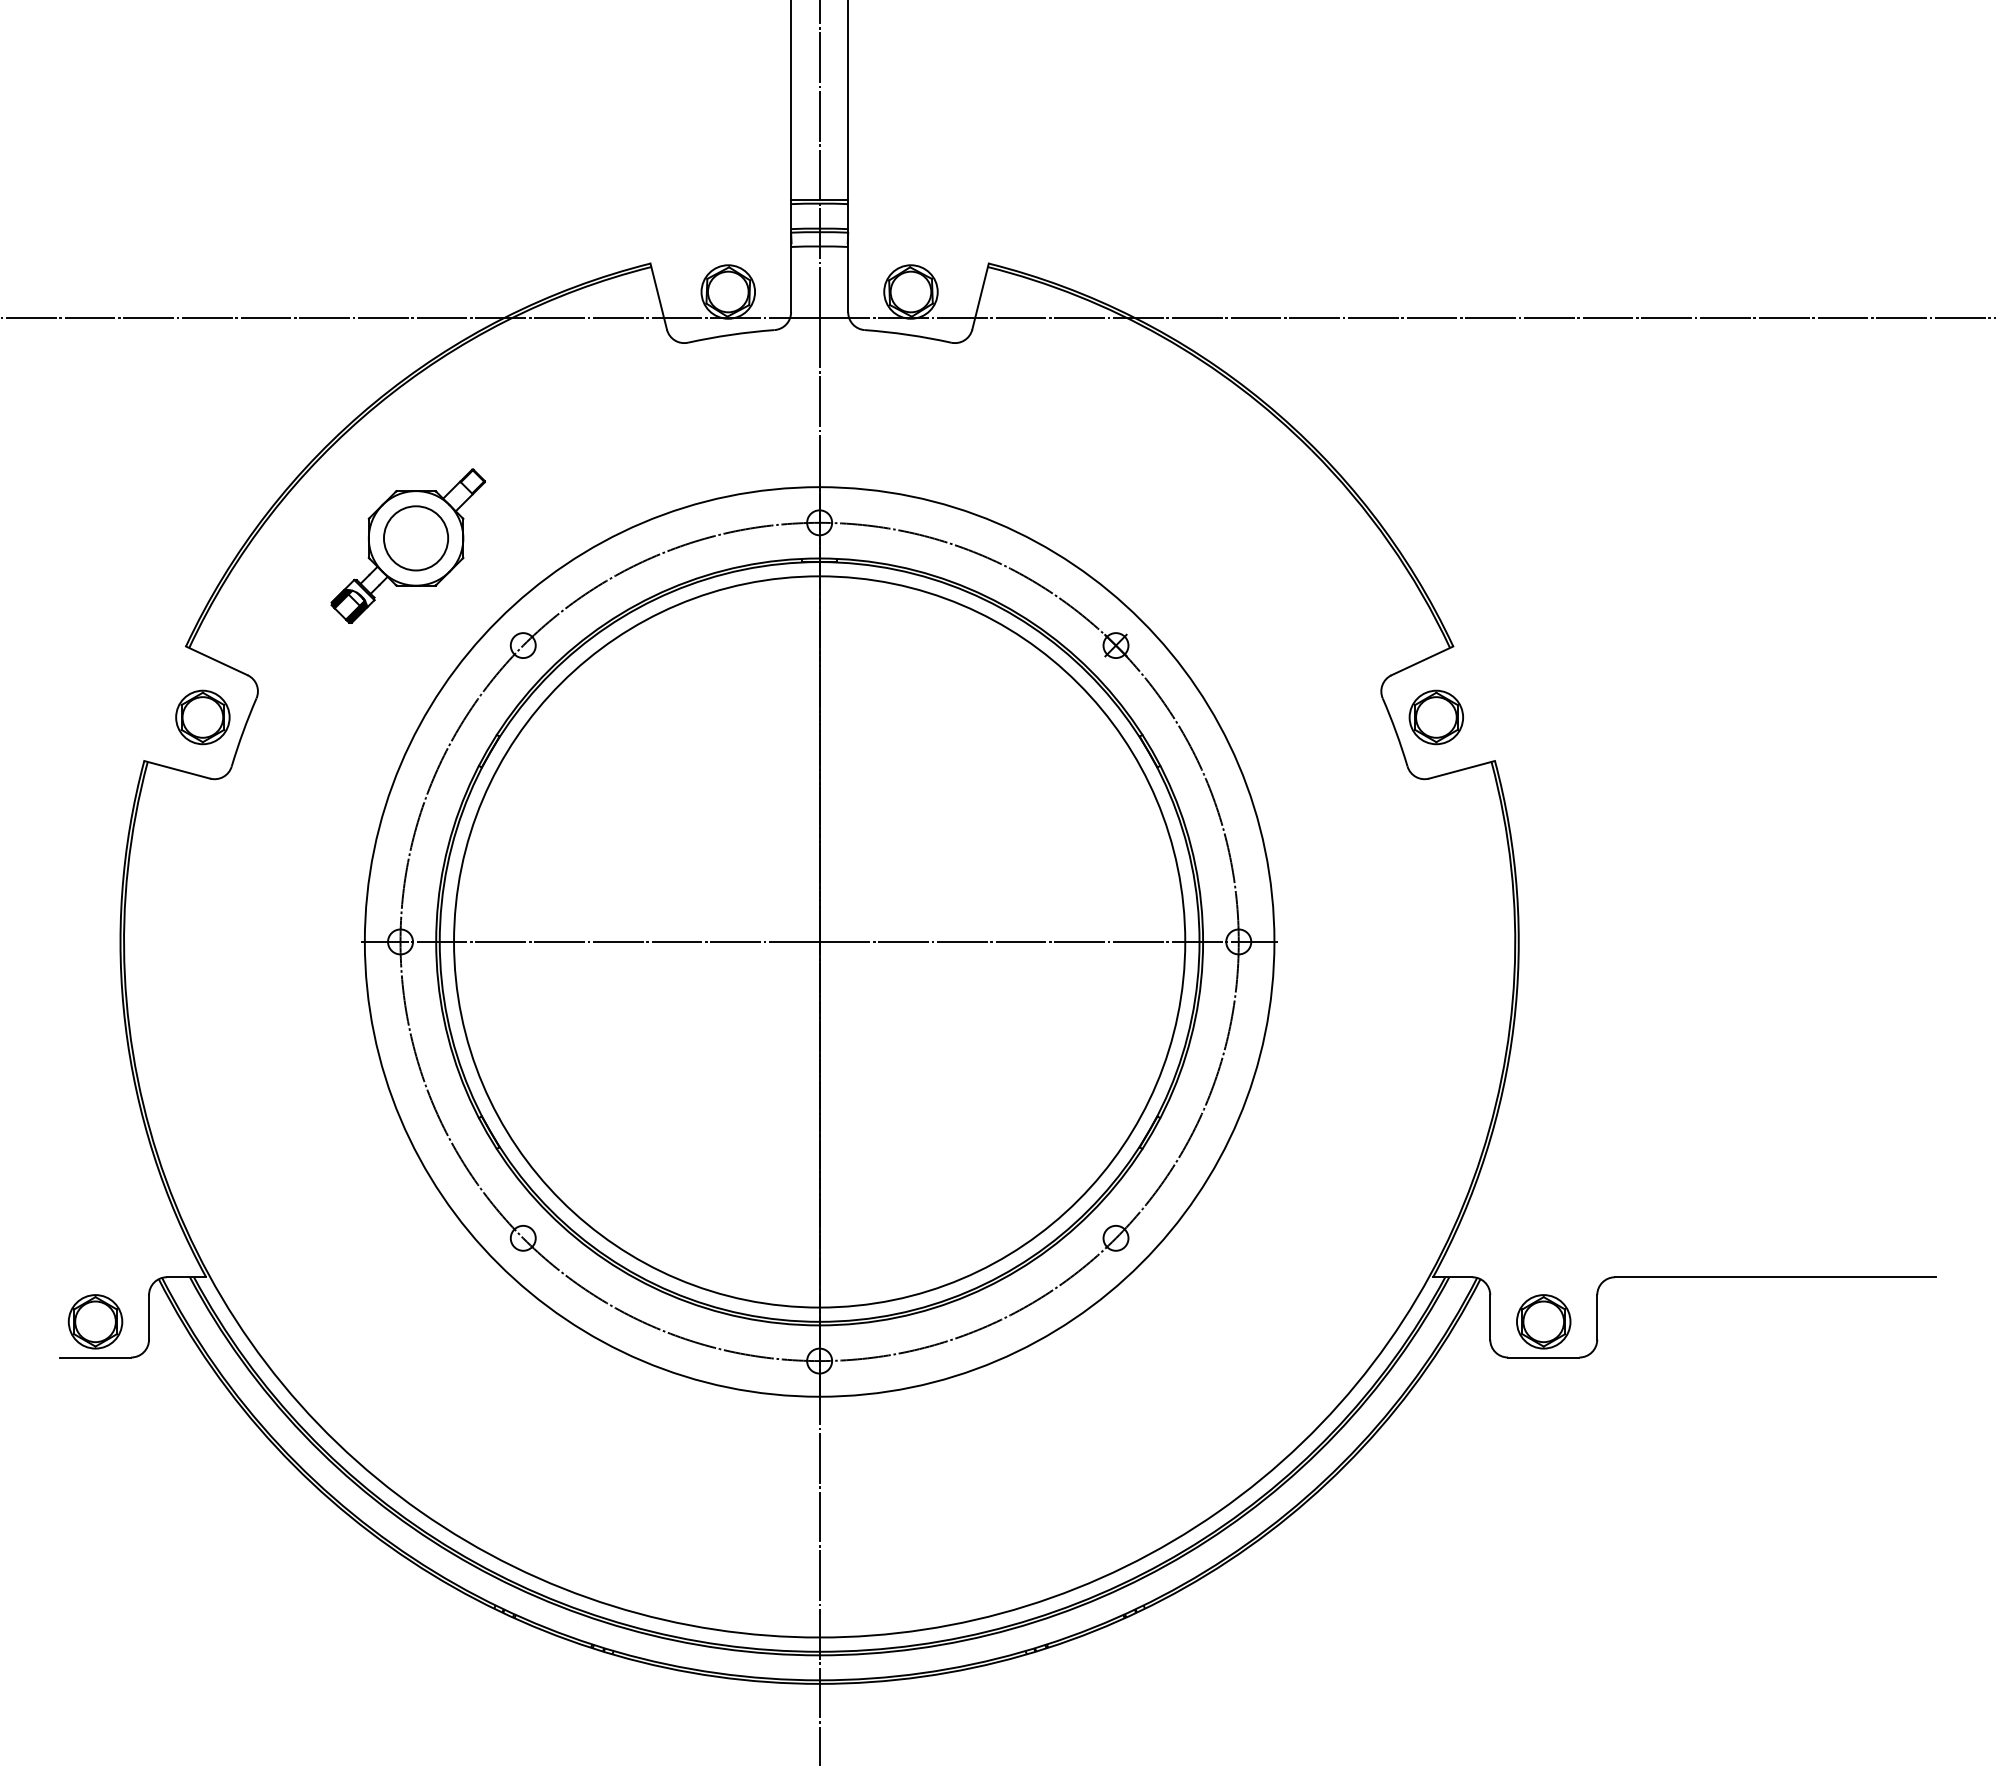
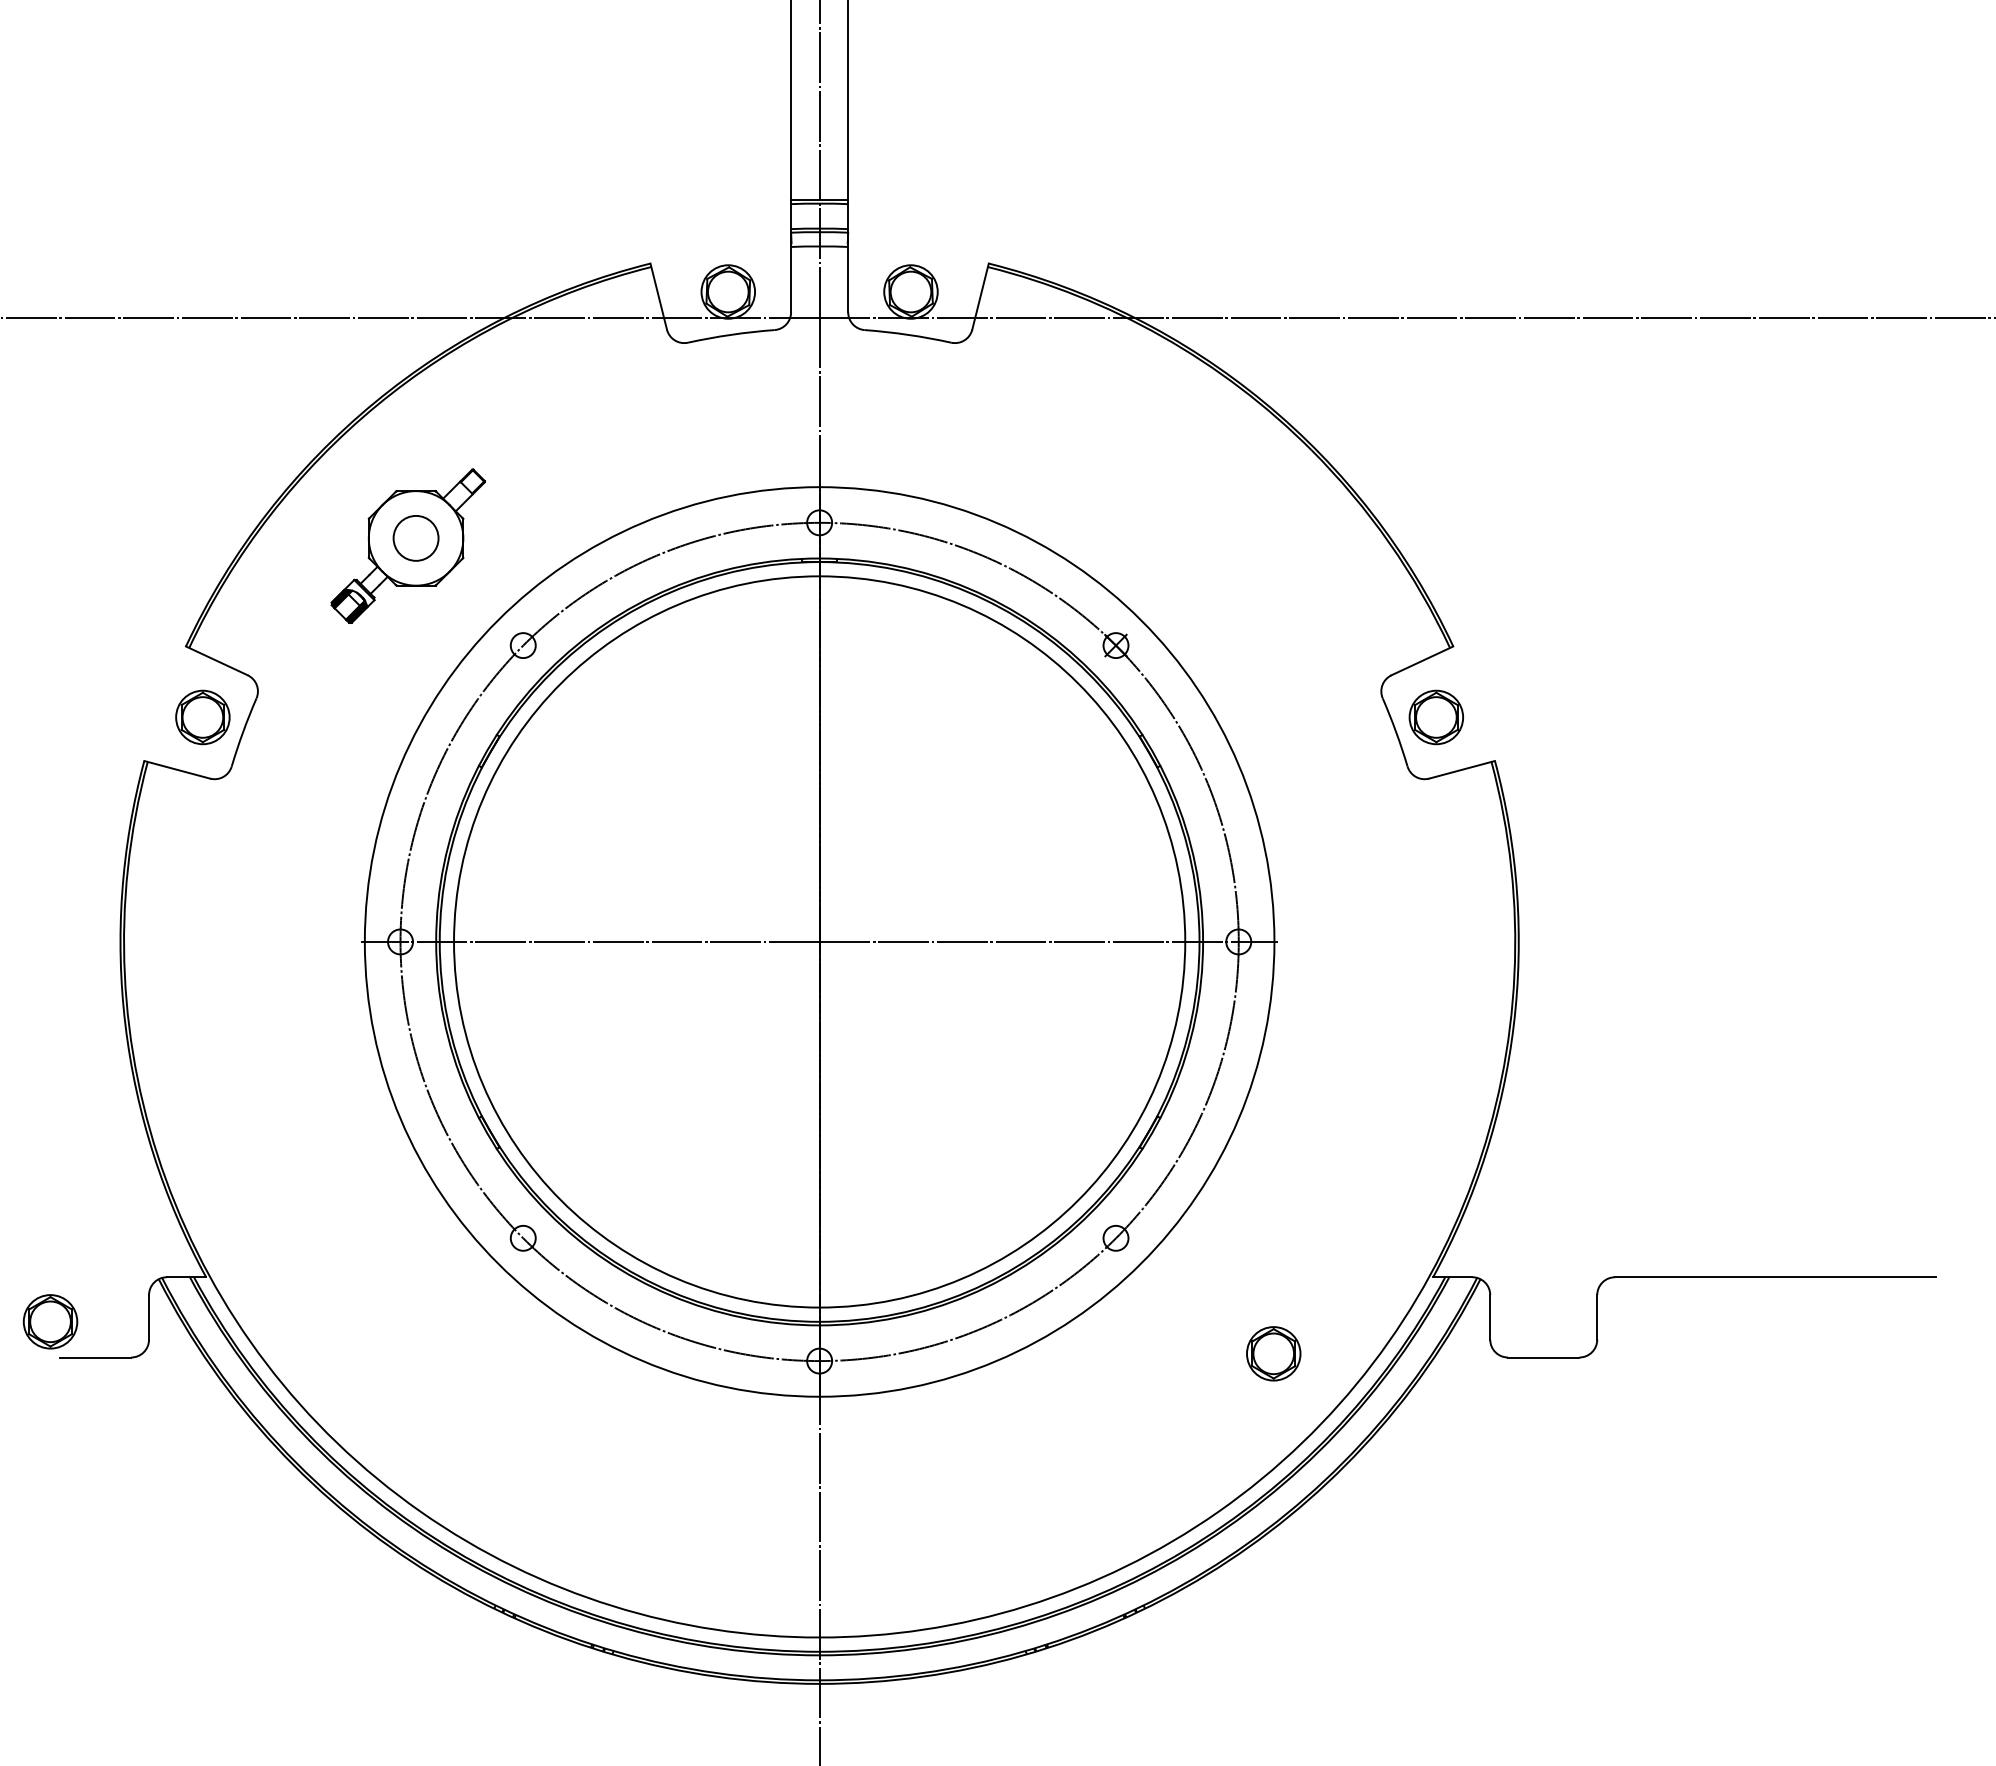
circle at (415, 538) diameter: 64 px -> 45 px
part at (95, 1321) position: (95, 1321) -> (50, 1321)
part at (1543, 1321) position: (1543, 1321) -> (1273, 1353)
